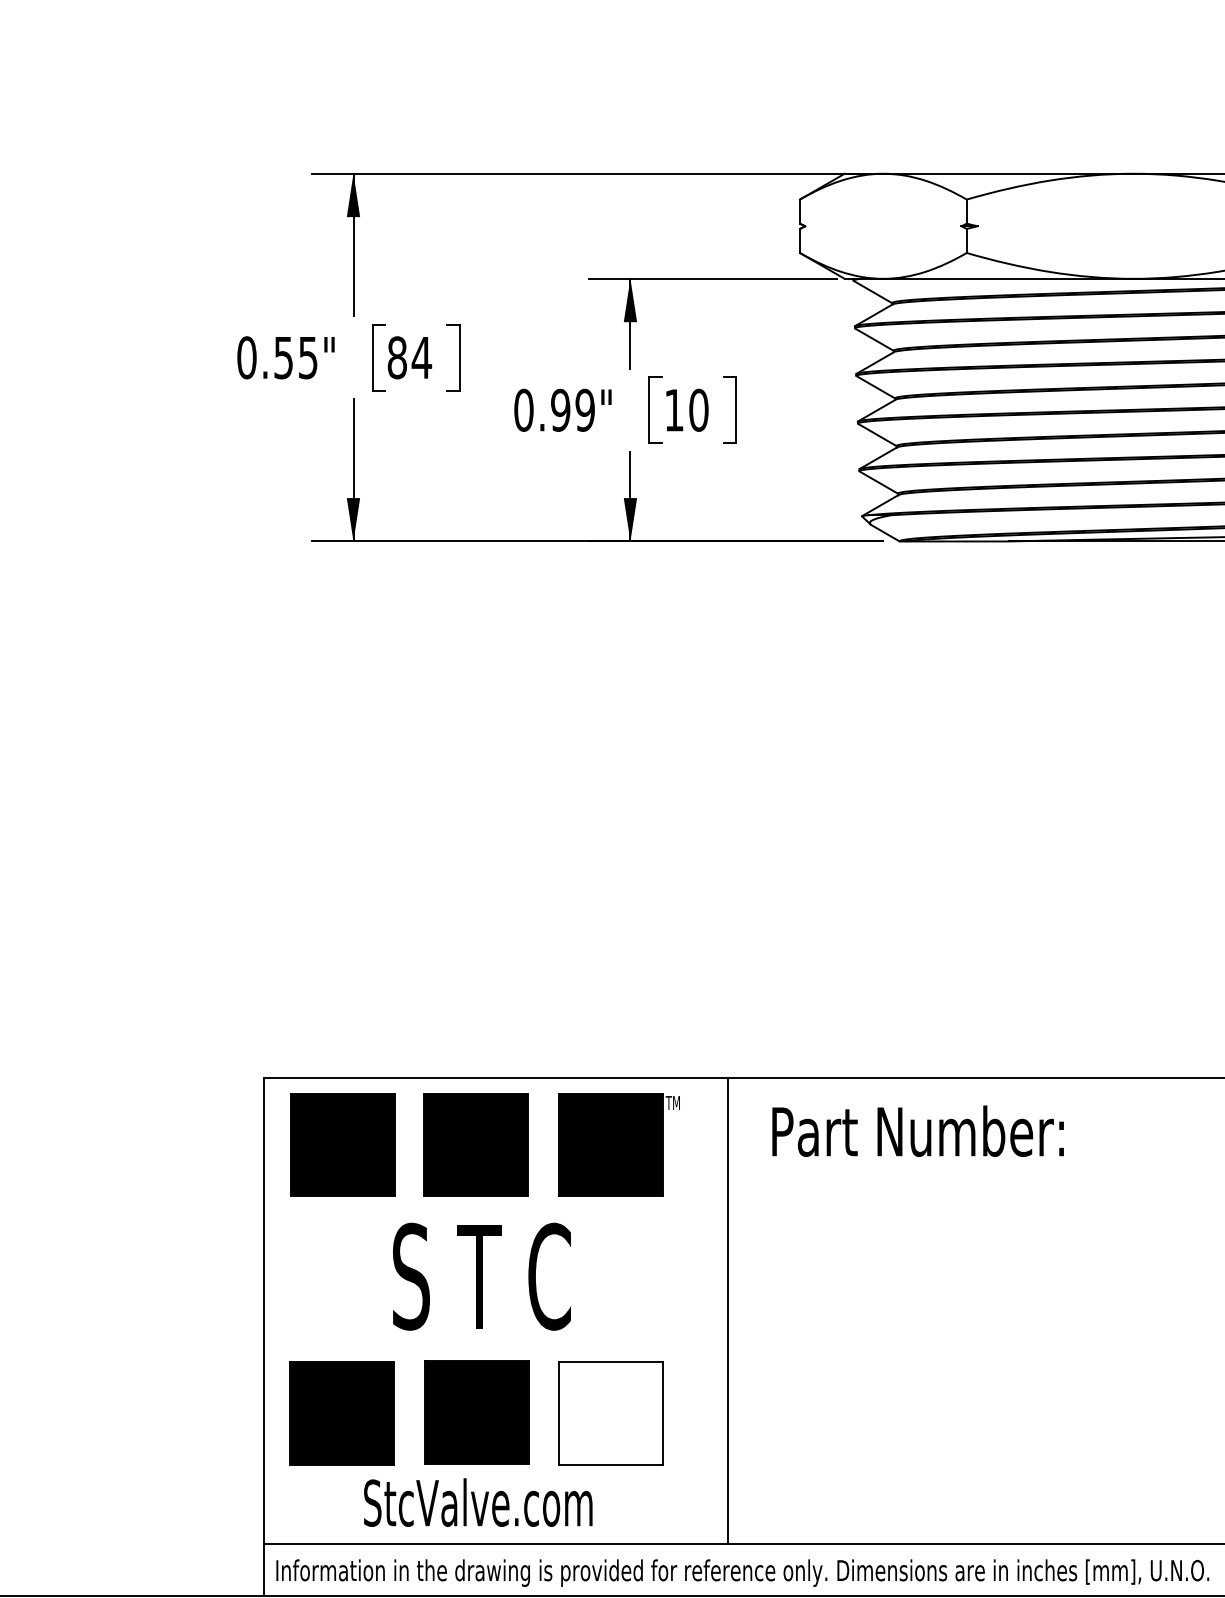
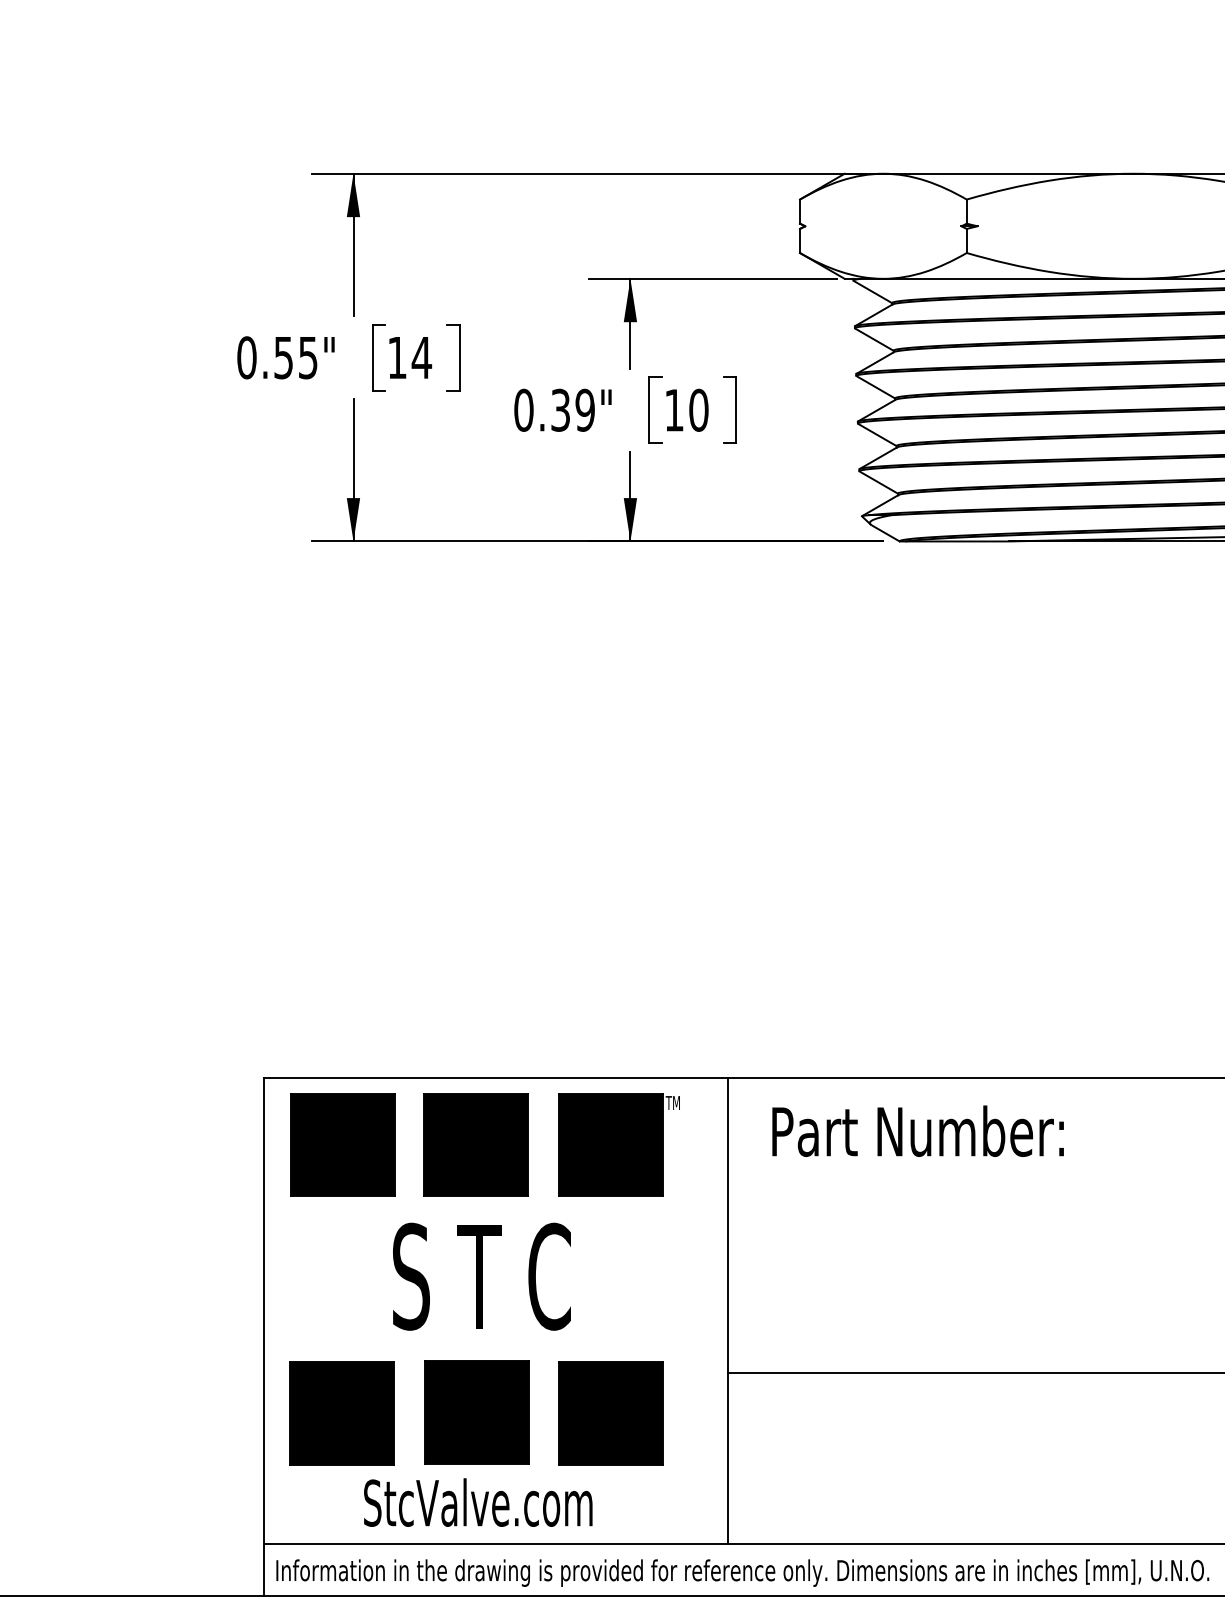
text at (396, 357): 84 -> 14
text at (560, 409): 0.99" -> 0.39"
line at (974, 1373): none -> present
fill at (610, 1413): none -> present
